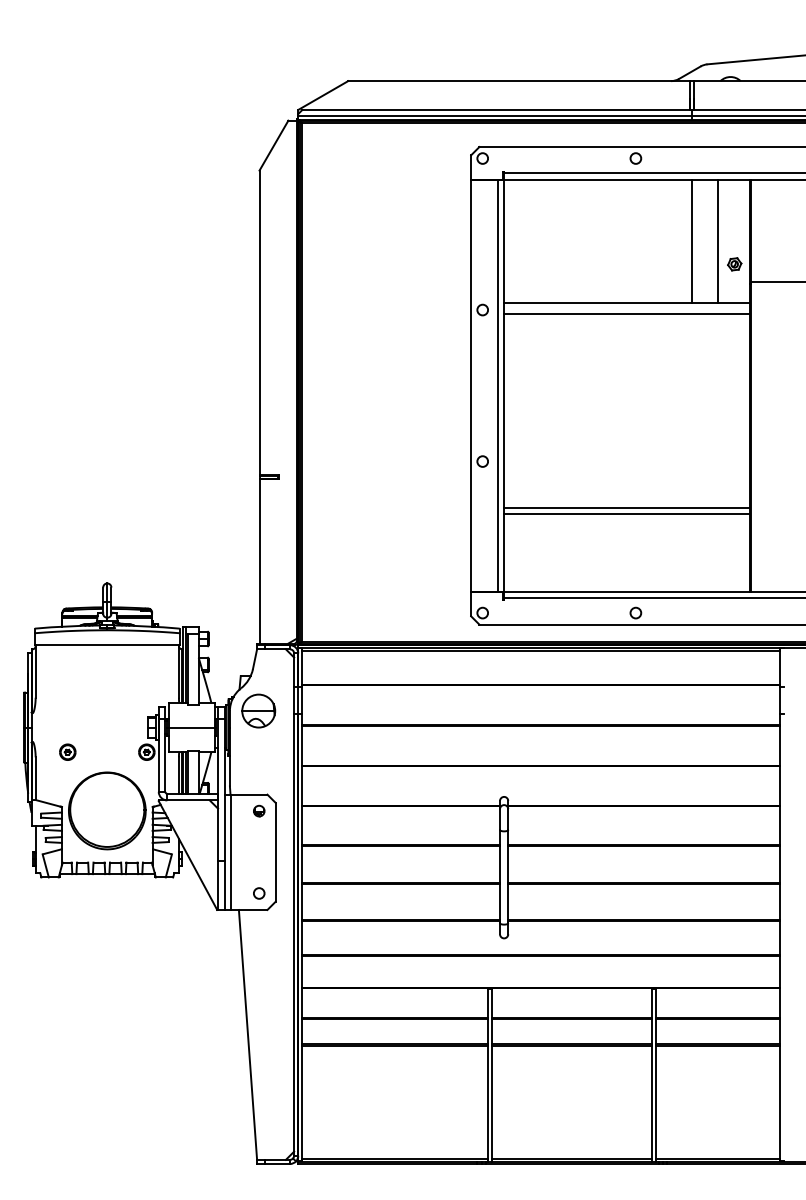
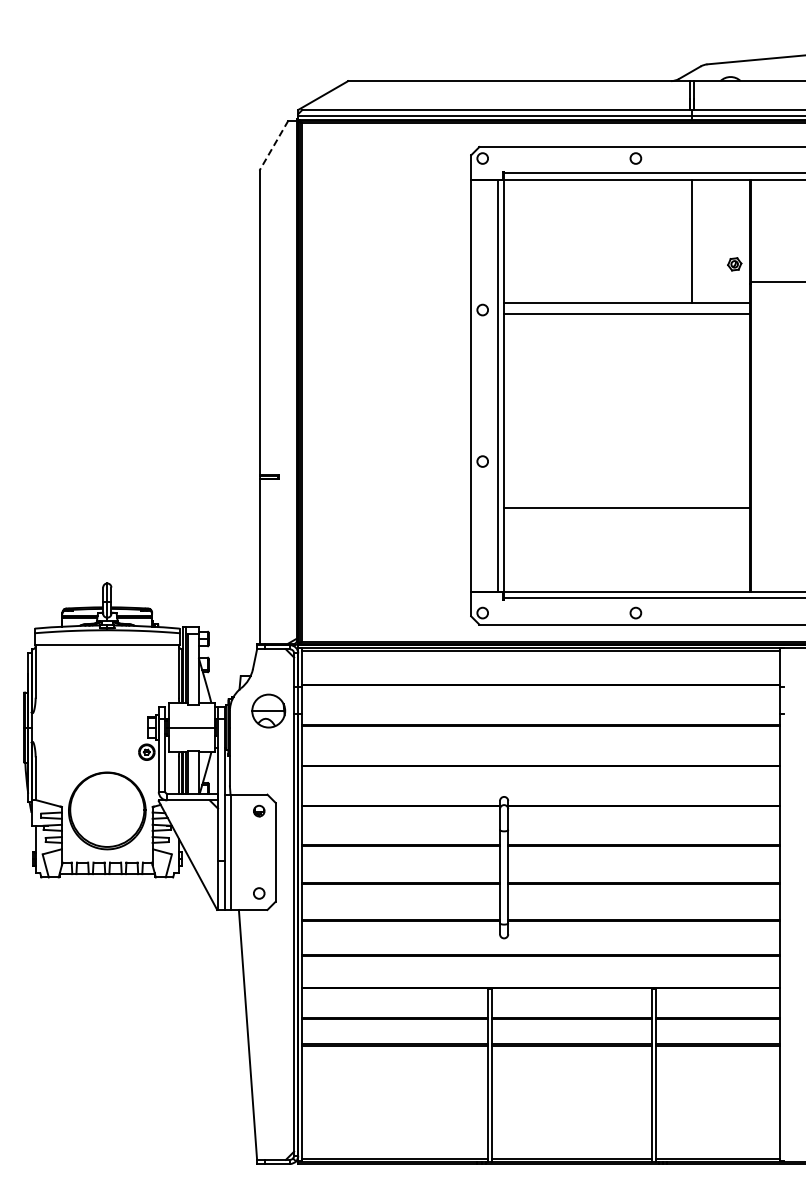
line at (273, 145): solid -> dashed
line at (718, 241): present -> none
line at (626, 514): present -> none
part at (258, 710) position: (258, 710) -> (268, 710)
part at (67, 751): present -> none
